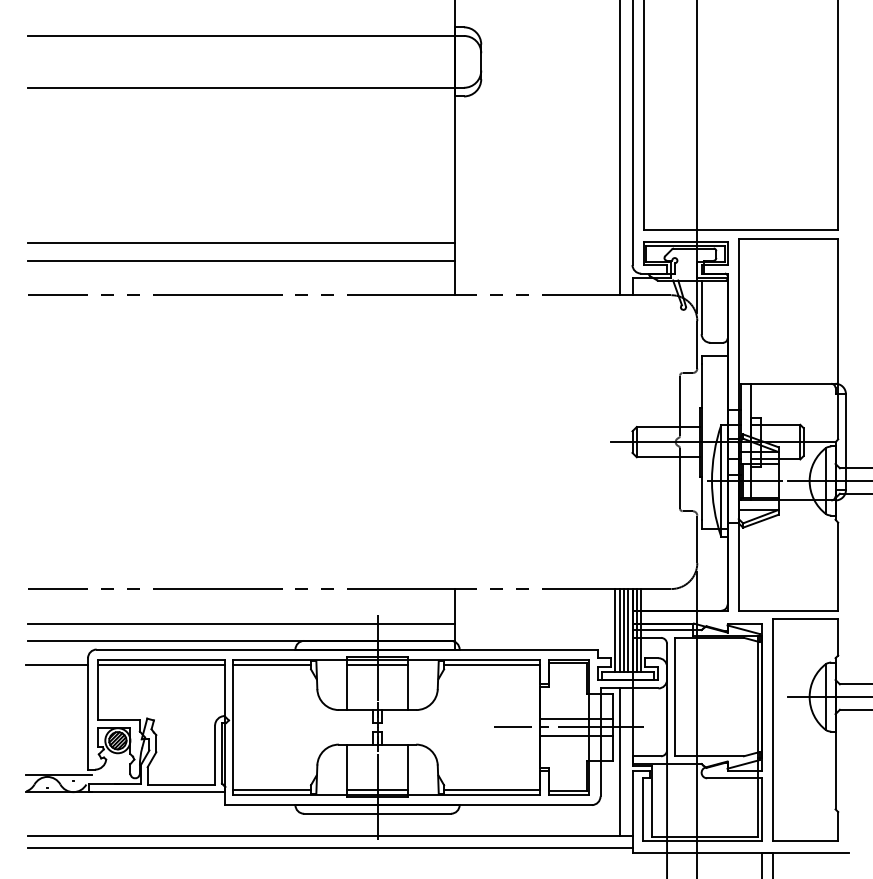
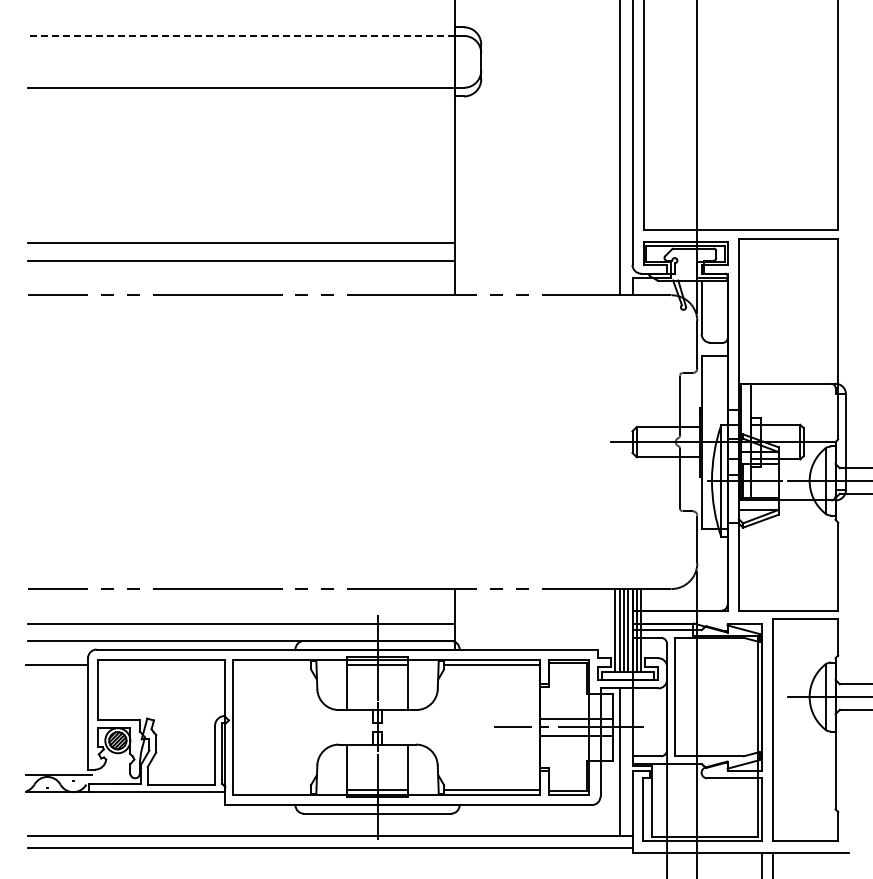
line at (241, 35): solid -> dashed
line at (162, 664): present -> none
line at (272, 664): present -> none
line at (272, 790): present -> none
